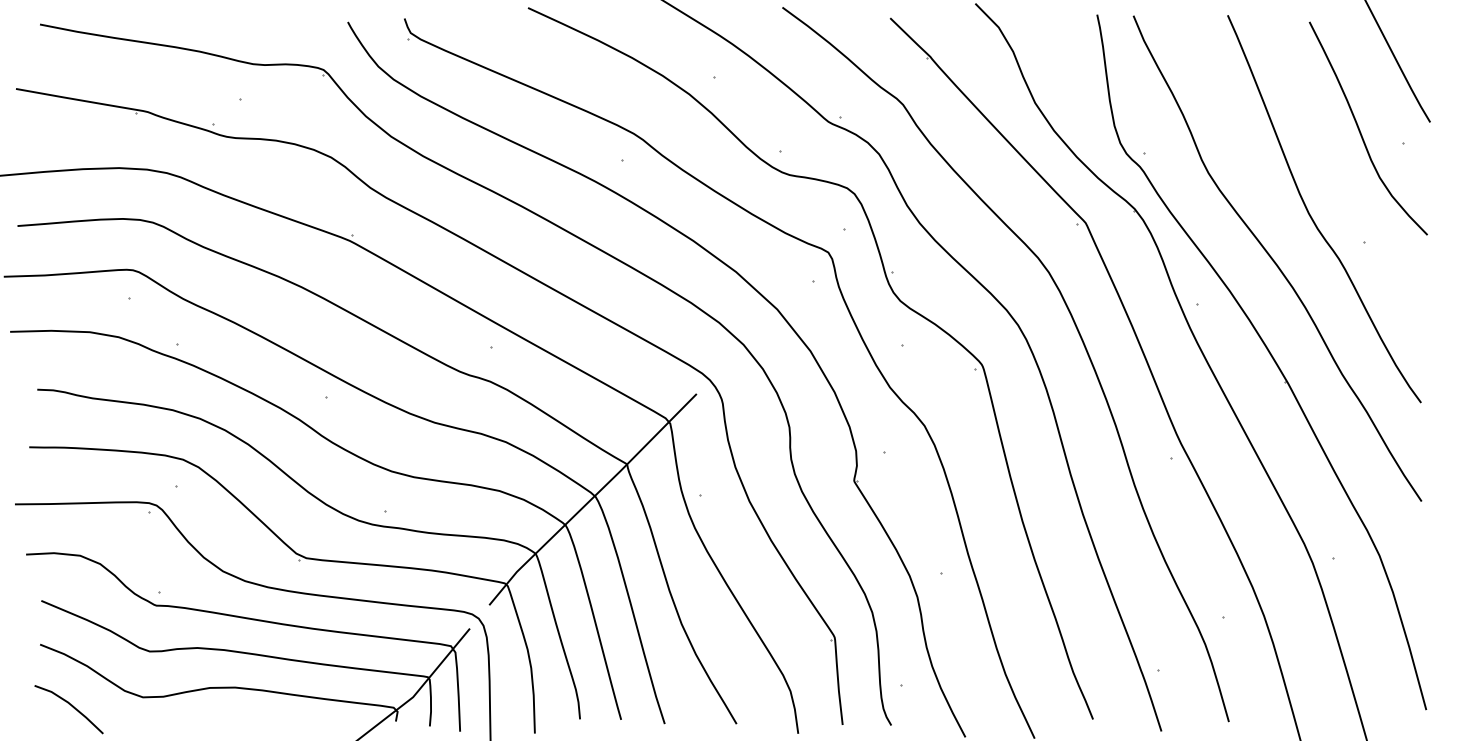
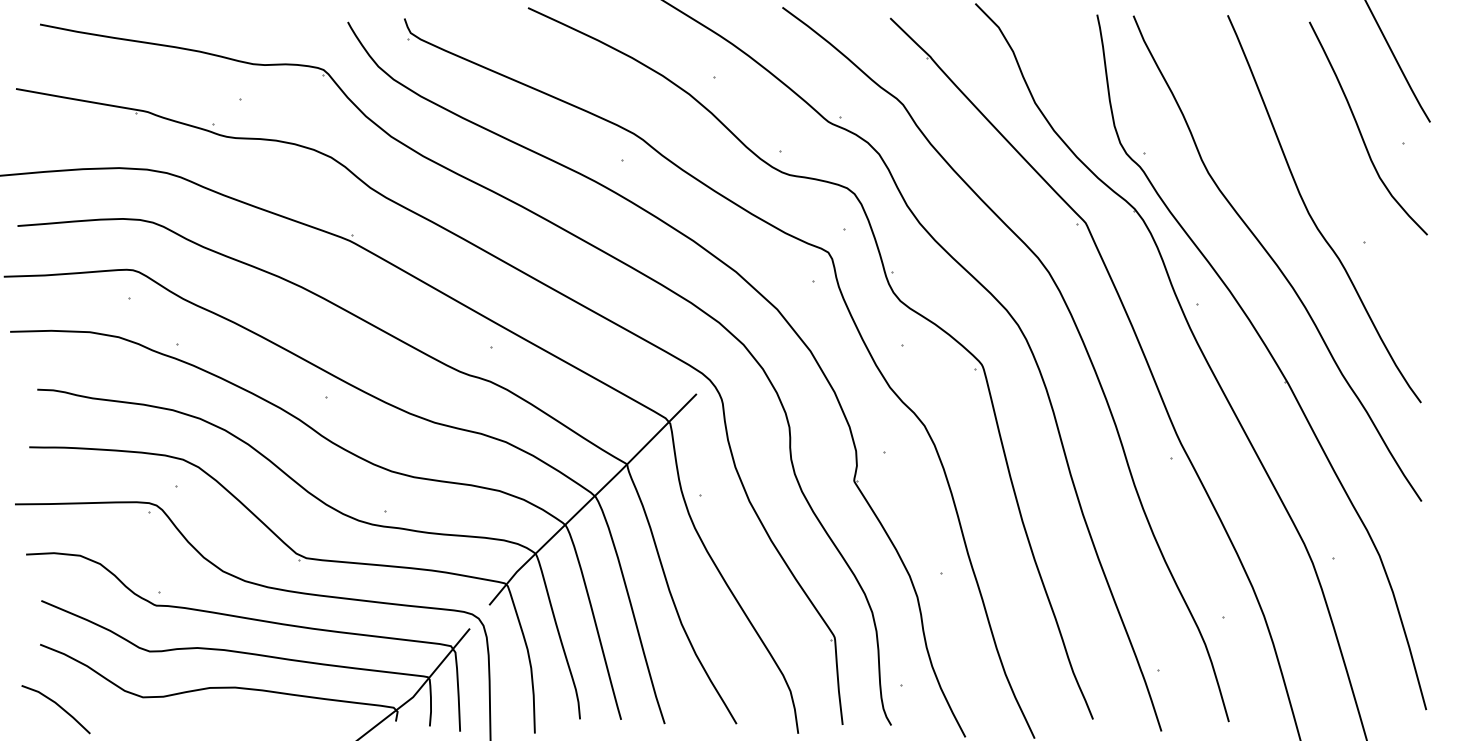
line at (71, 706) position: (71, 706) -> (58, 706)
